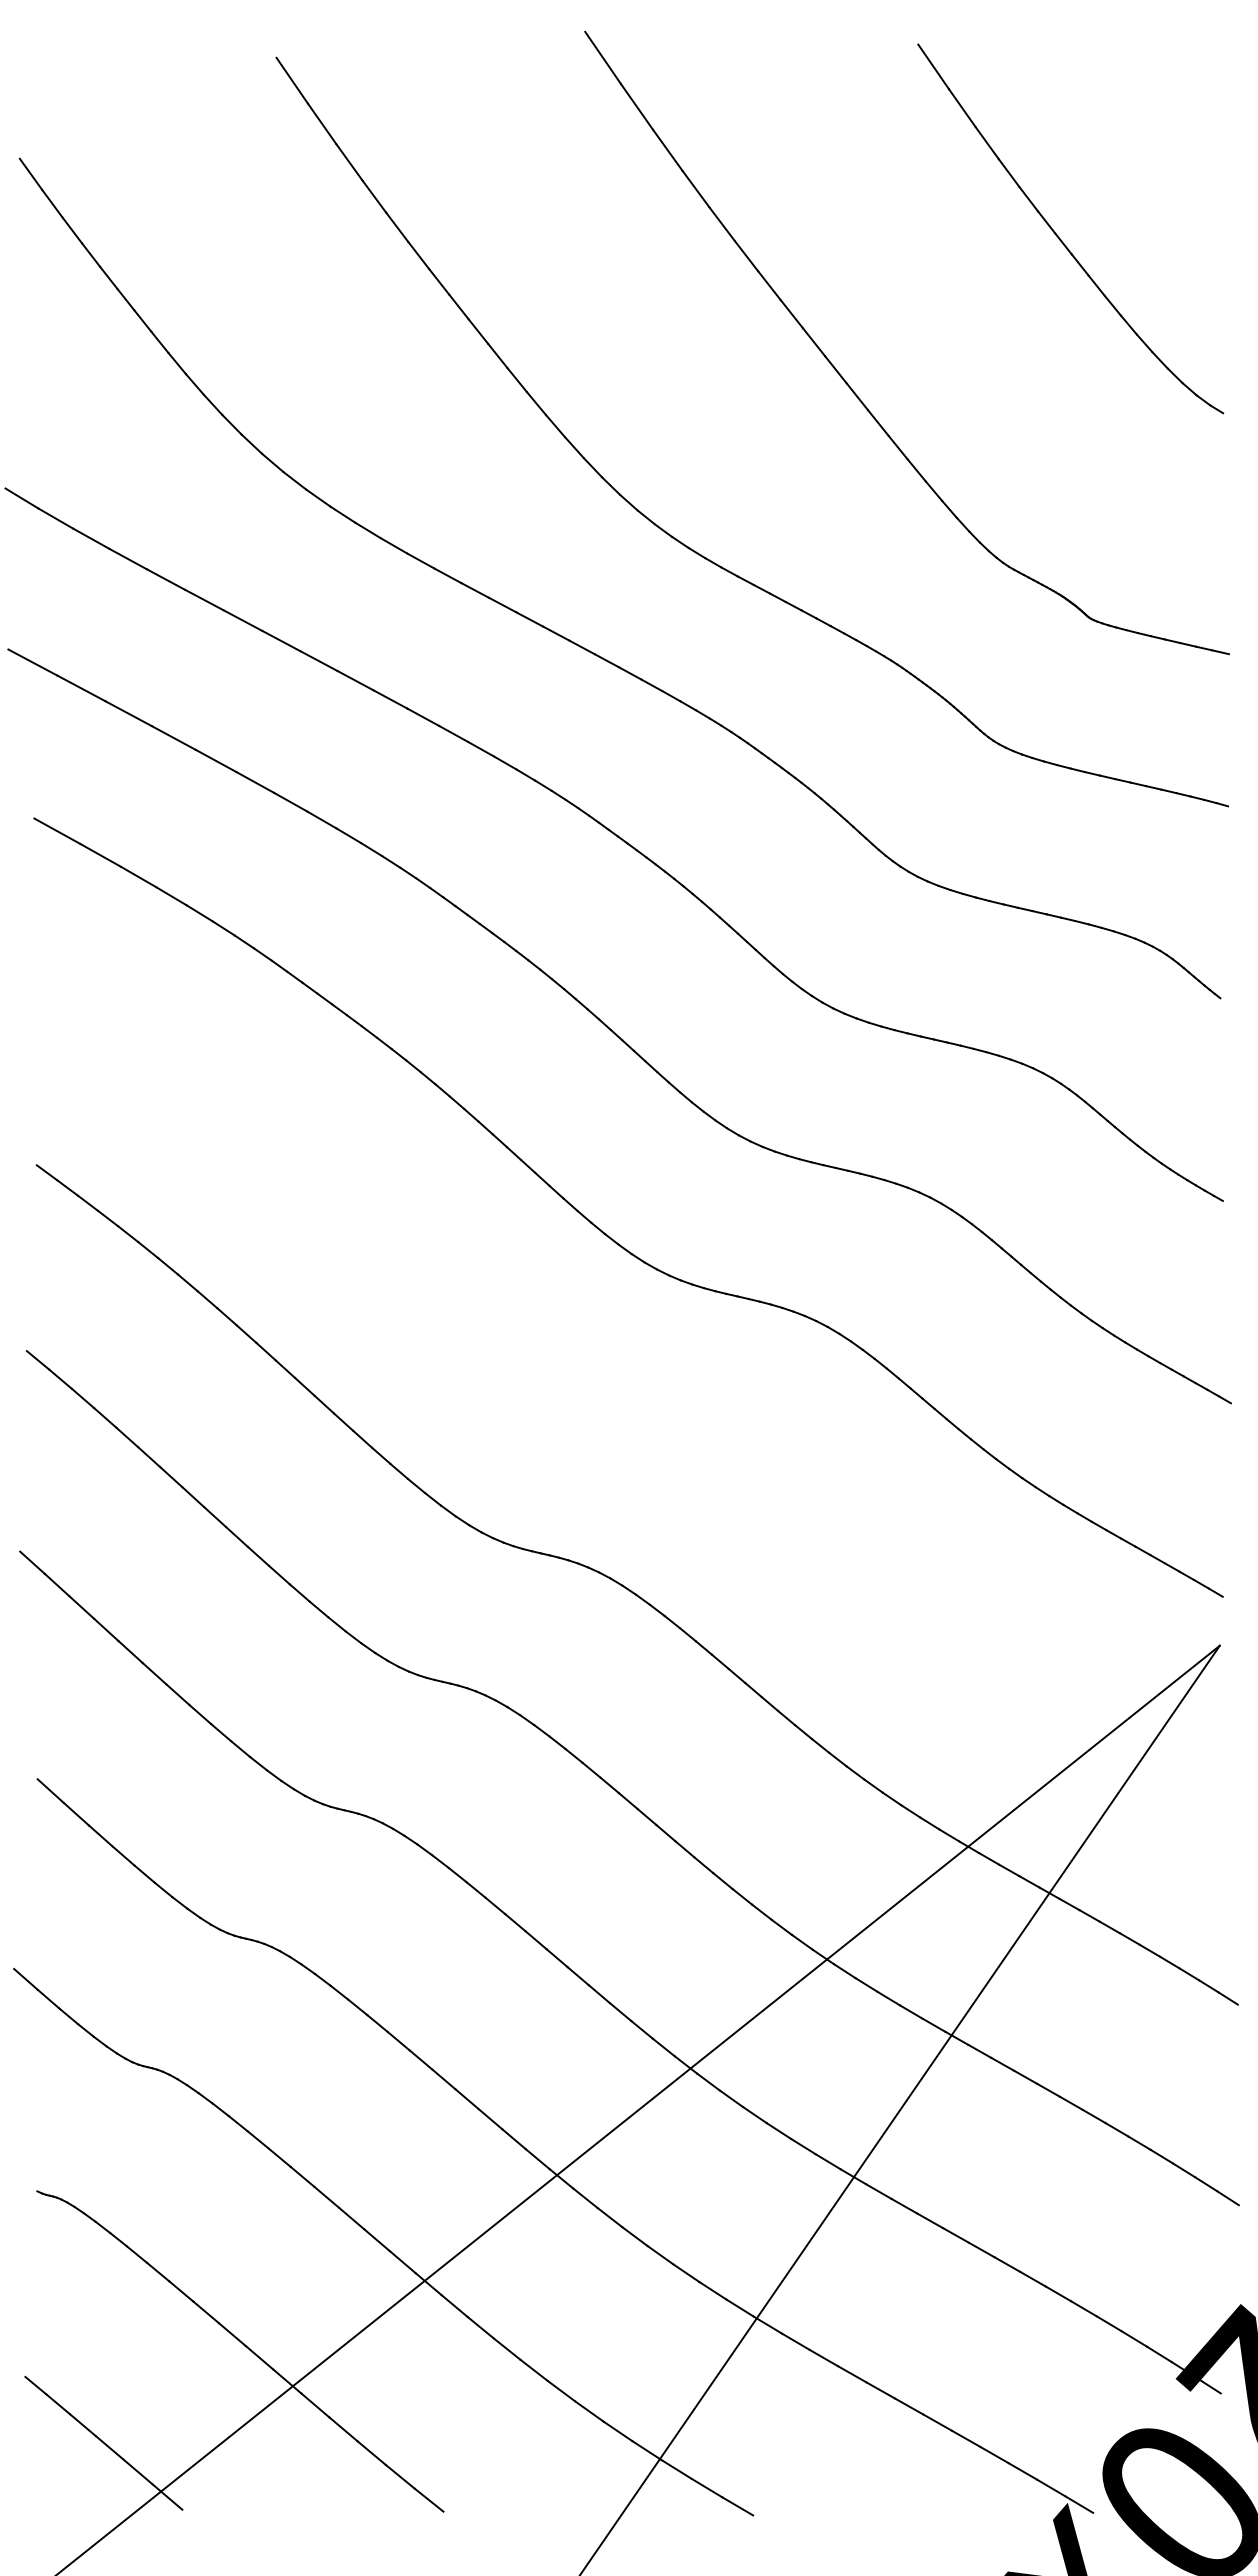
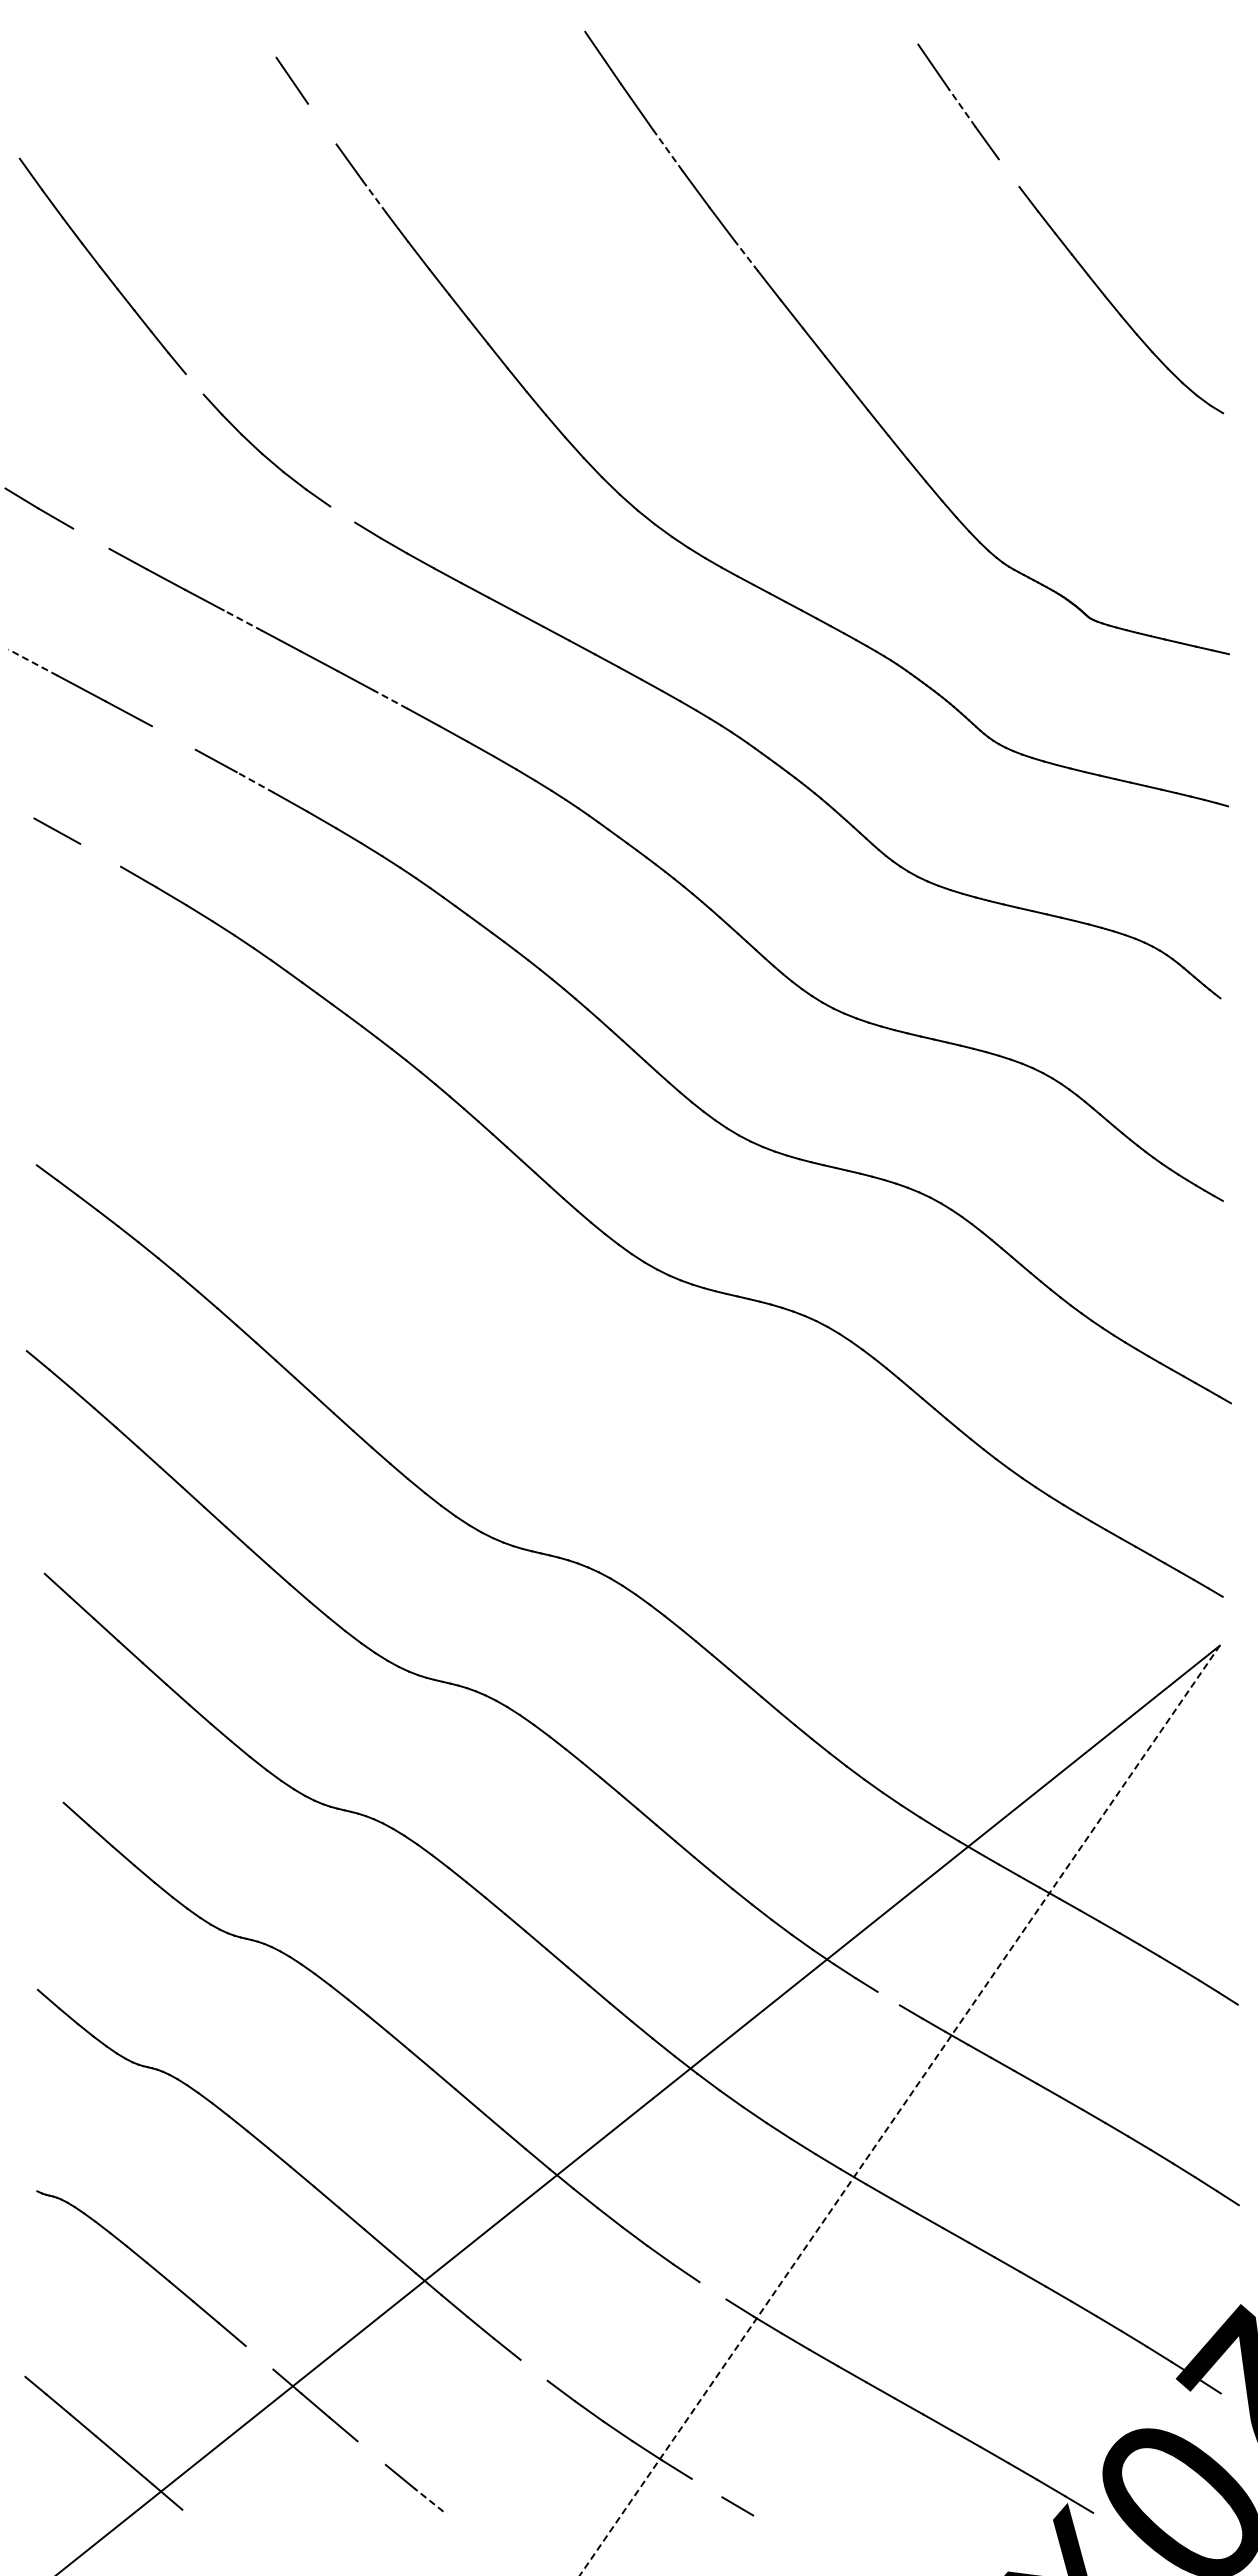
line at (961, 107): solid -> dashed
line at (322, 123): present -> none
line at (667, 150): solid -> dashed
line at (1008, 173): present -> none
line at (374, 196): solid -> dashed
line at (746, 255): solid -> dashed
line at (194, 384): present -> none
line at (342, 514): present -> none
line at (91, 538): present -> none
line at (243, 620): solid -> dashed
line at (33, 662): solid -> dashed
line at (390, 699): solid -> dashed
line at (173, 737): present -> none
line at (255, 782): solid -> dashed
line at (100, 854): present -> none
line at (32, 1562): present -> none
line at (50, 1790): present -> none
line at (25, 1978): present -> none
line at (888, 1998): present -> none
line at (900, 2110): solid -> dashed
line at (712, 2290): present -> none
line at (259, 2357): present -> none
line at (533, 2369): present -> none
line at (371, 2452): present -> none
line at (706, 2487): present -> none
line at (428, 2500): solid -> dashed
